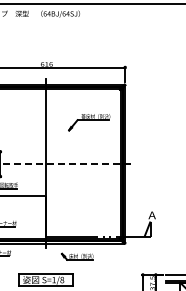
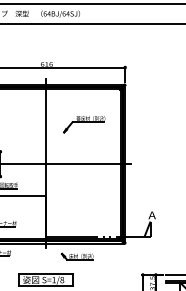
line at (92, 23): none -> present
part at (89, 122) position: (89, 122) -> (84, 124)
line at (65, 164): dashed -> solid
